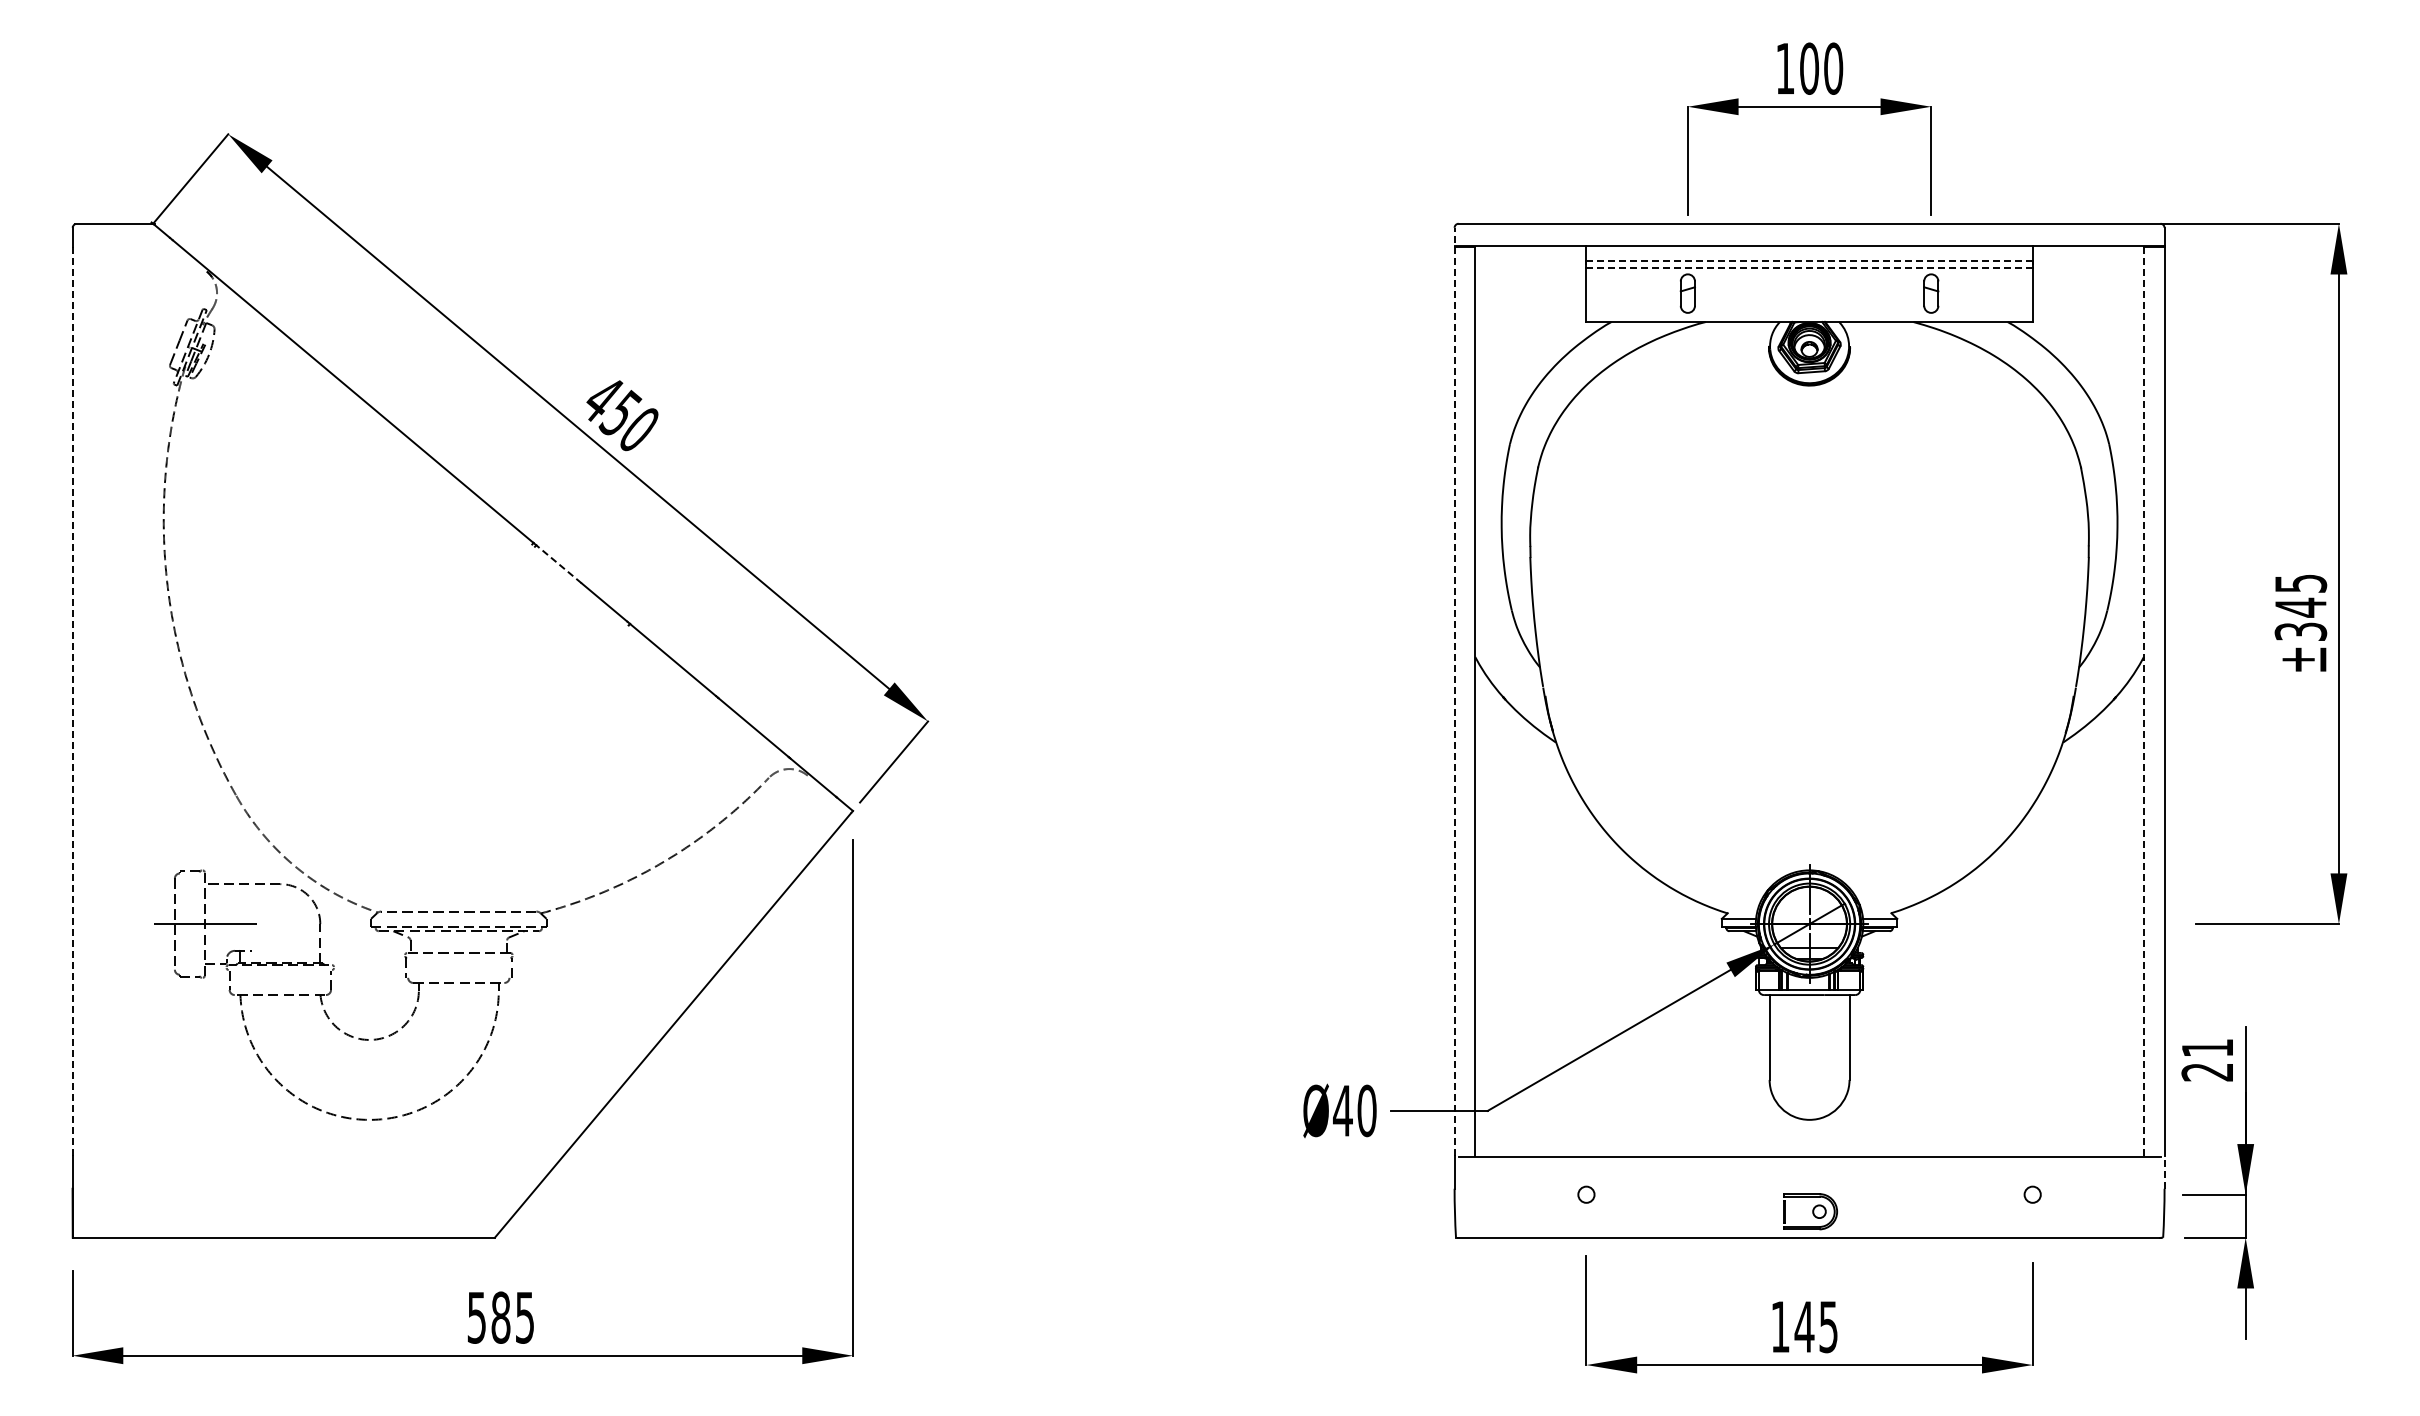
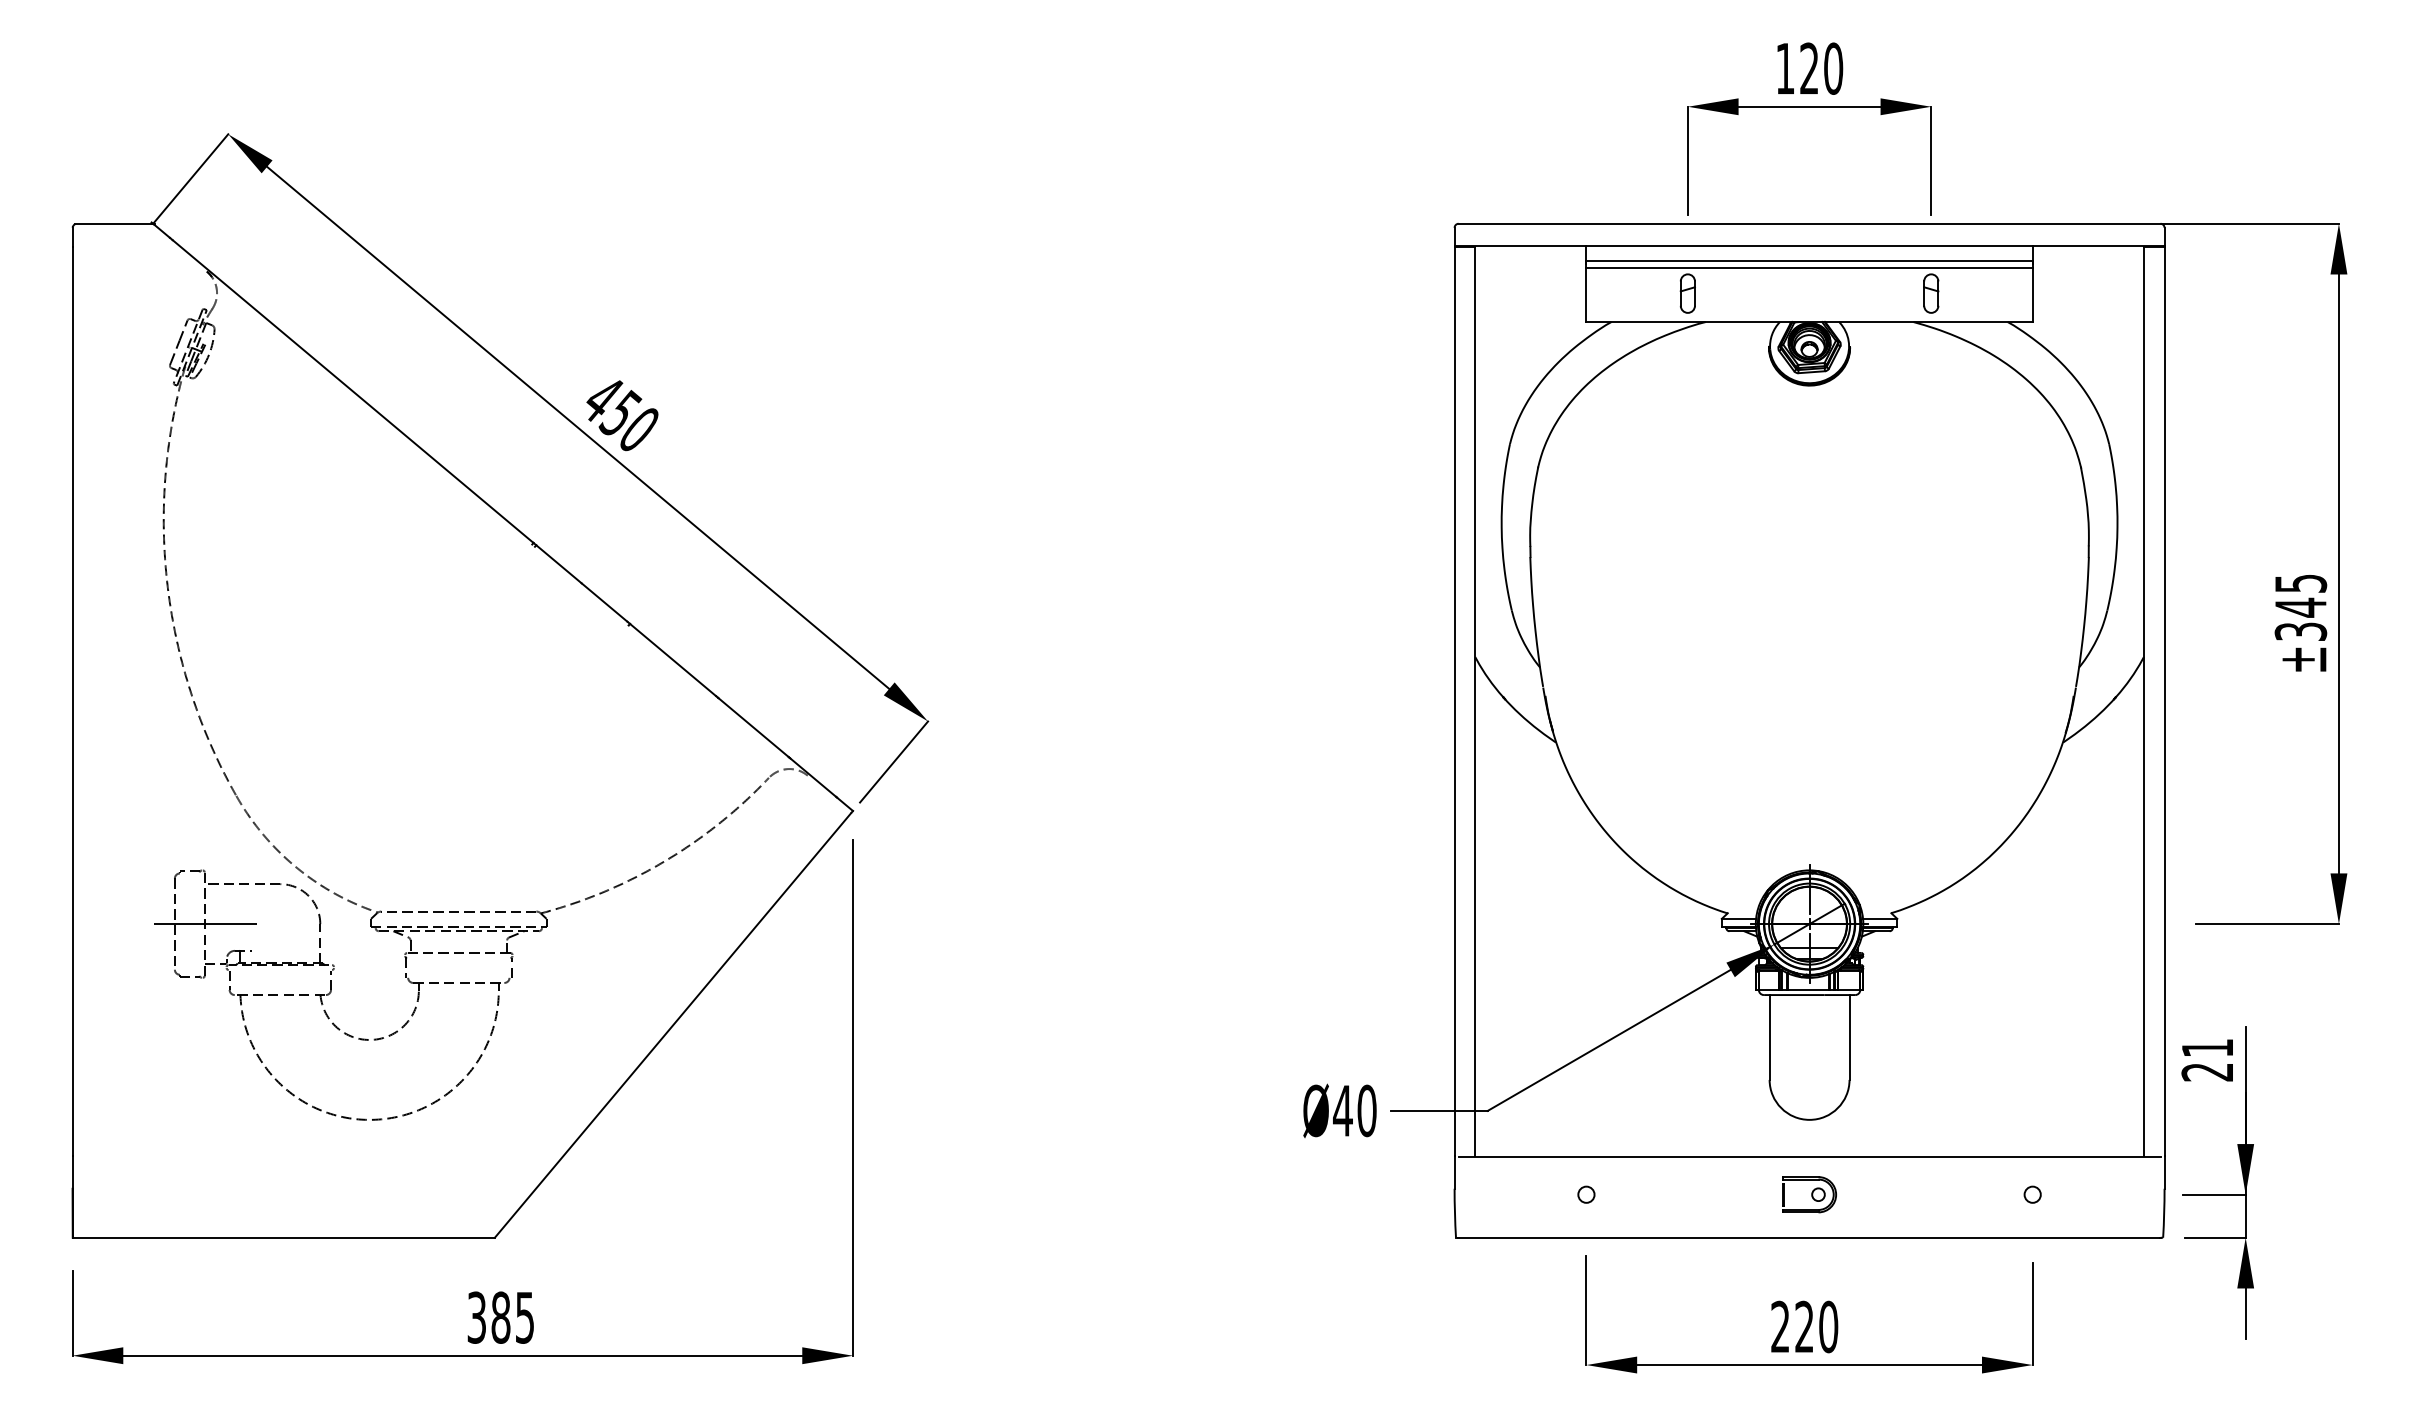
text at (1809, 68): 100 -> 120
line at (1810, 260): dashed -> solid
line at (1810, 267): dashed -> solid
line at (558, 564): dashed -> solid
line at (1454, 691): dashed -> solid
line at (72, 701): dashed -> solid
line at (2143, 701): dashed -> solid
line at (2164, 1172): dashed -> solid
part at (1810, 1211) position: (1810, 1211) -> (1809, 1194)
text at (476, 1317): 585 -> 385
text at (1804, 1326): 145 -> 220
